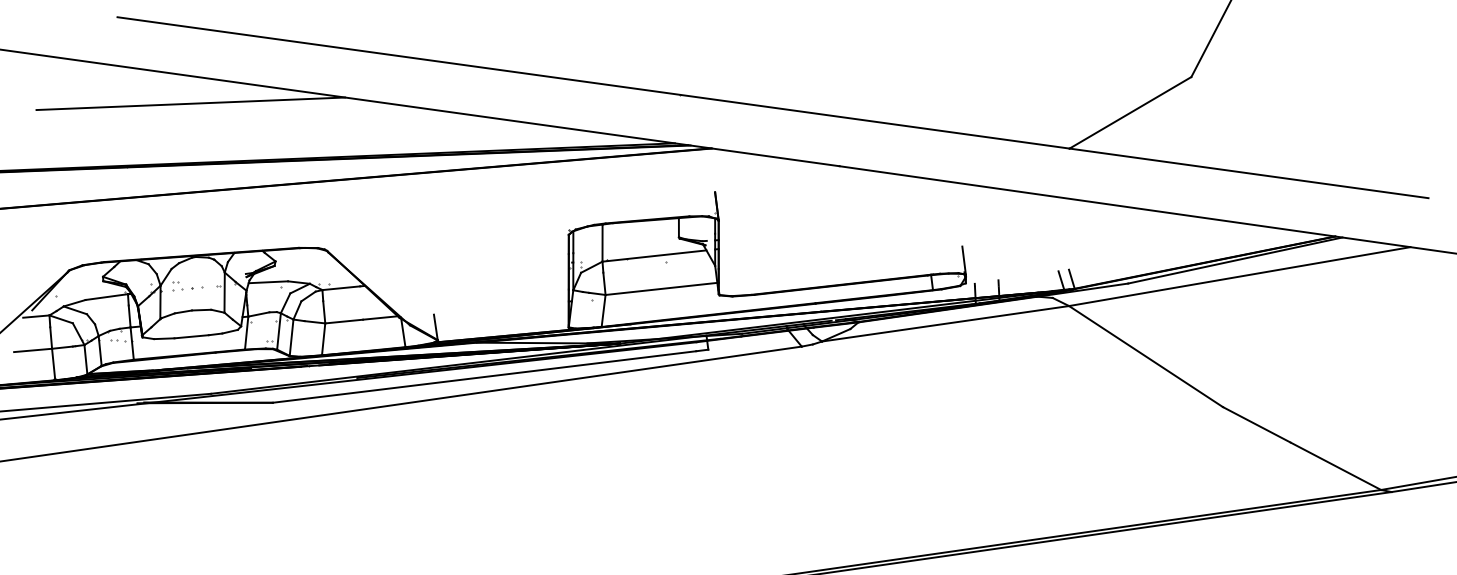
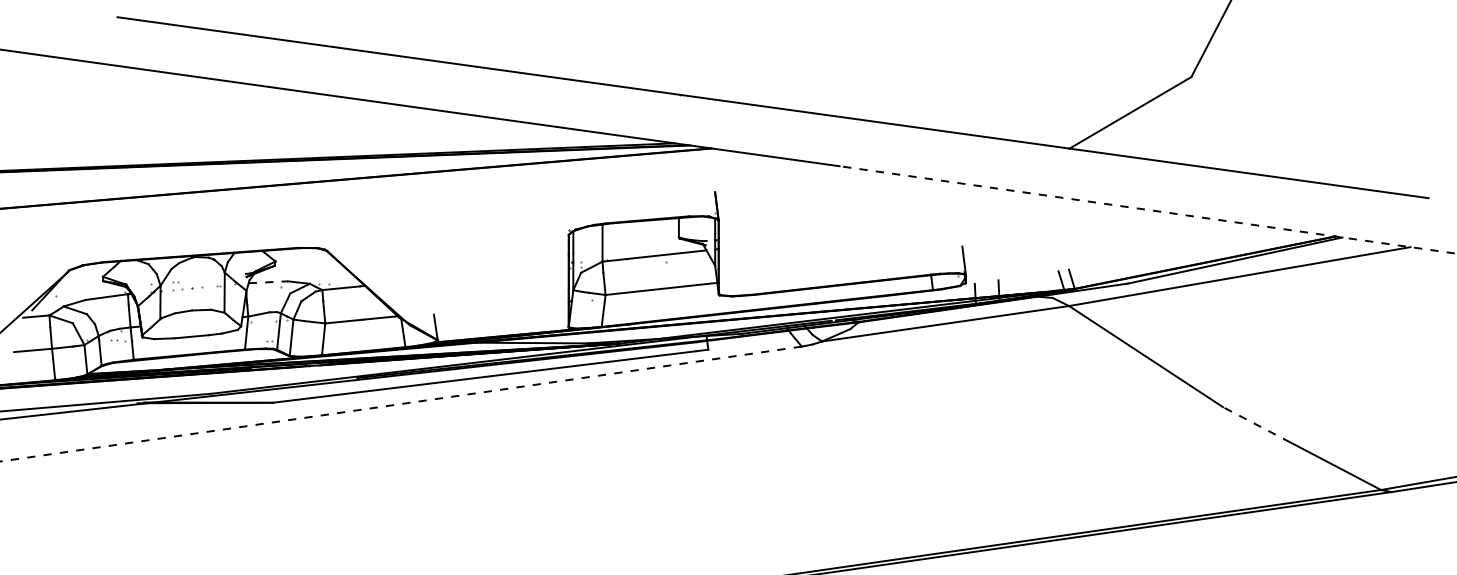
line at (190, 103): present -> none
line at (1147, 209): solid -> dashed
line at (268, 282): solid -> dashed
line at (400, 404): solid -> dashed
line at (1256, 424): solid -> dashed
